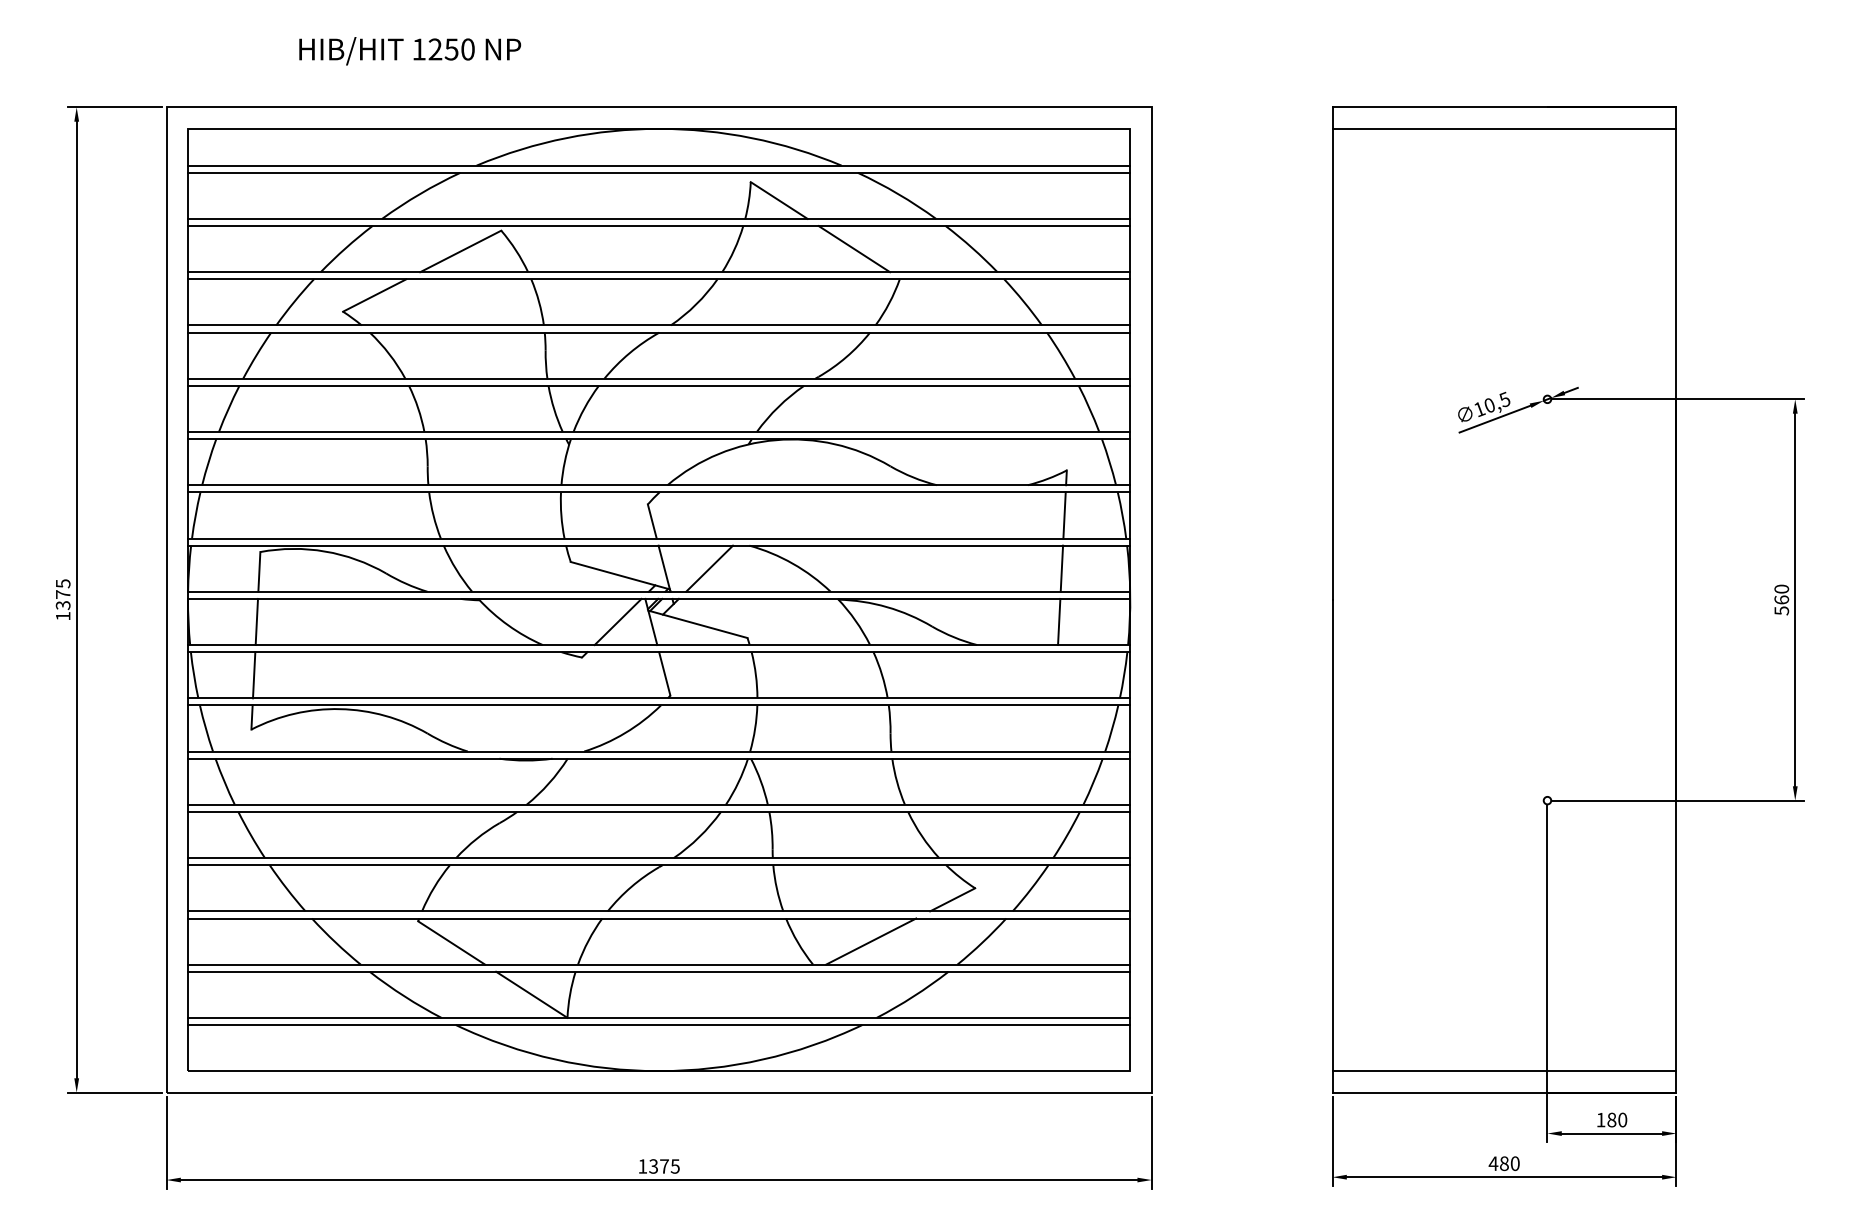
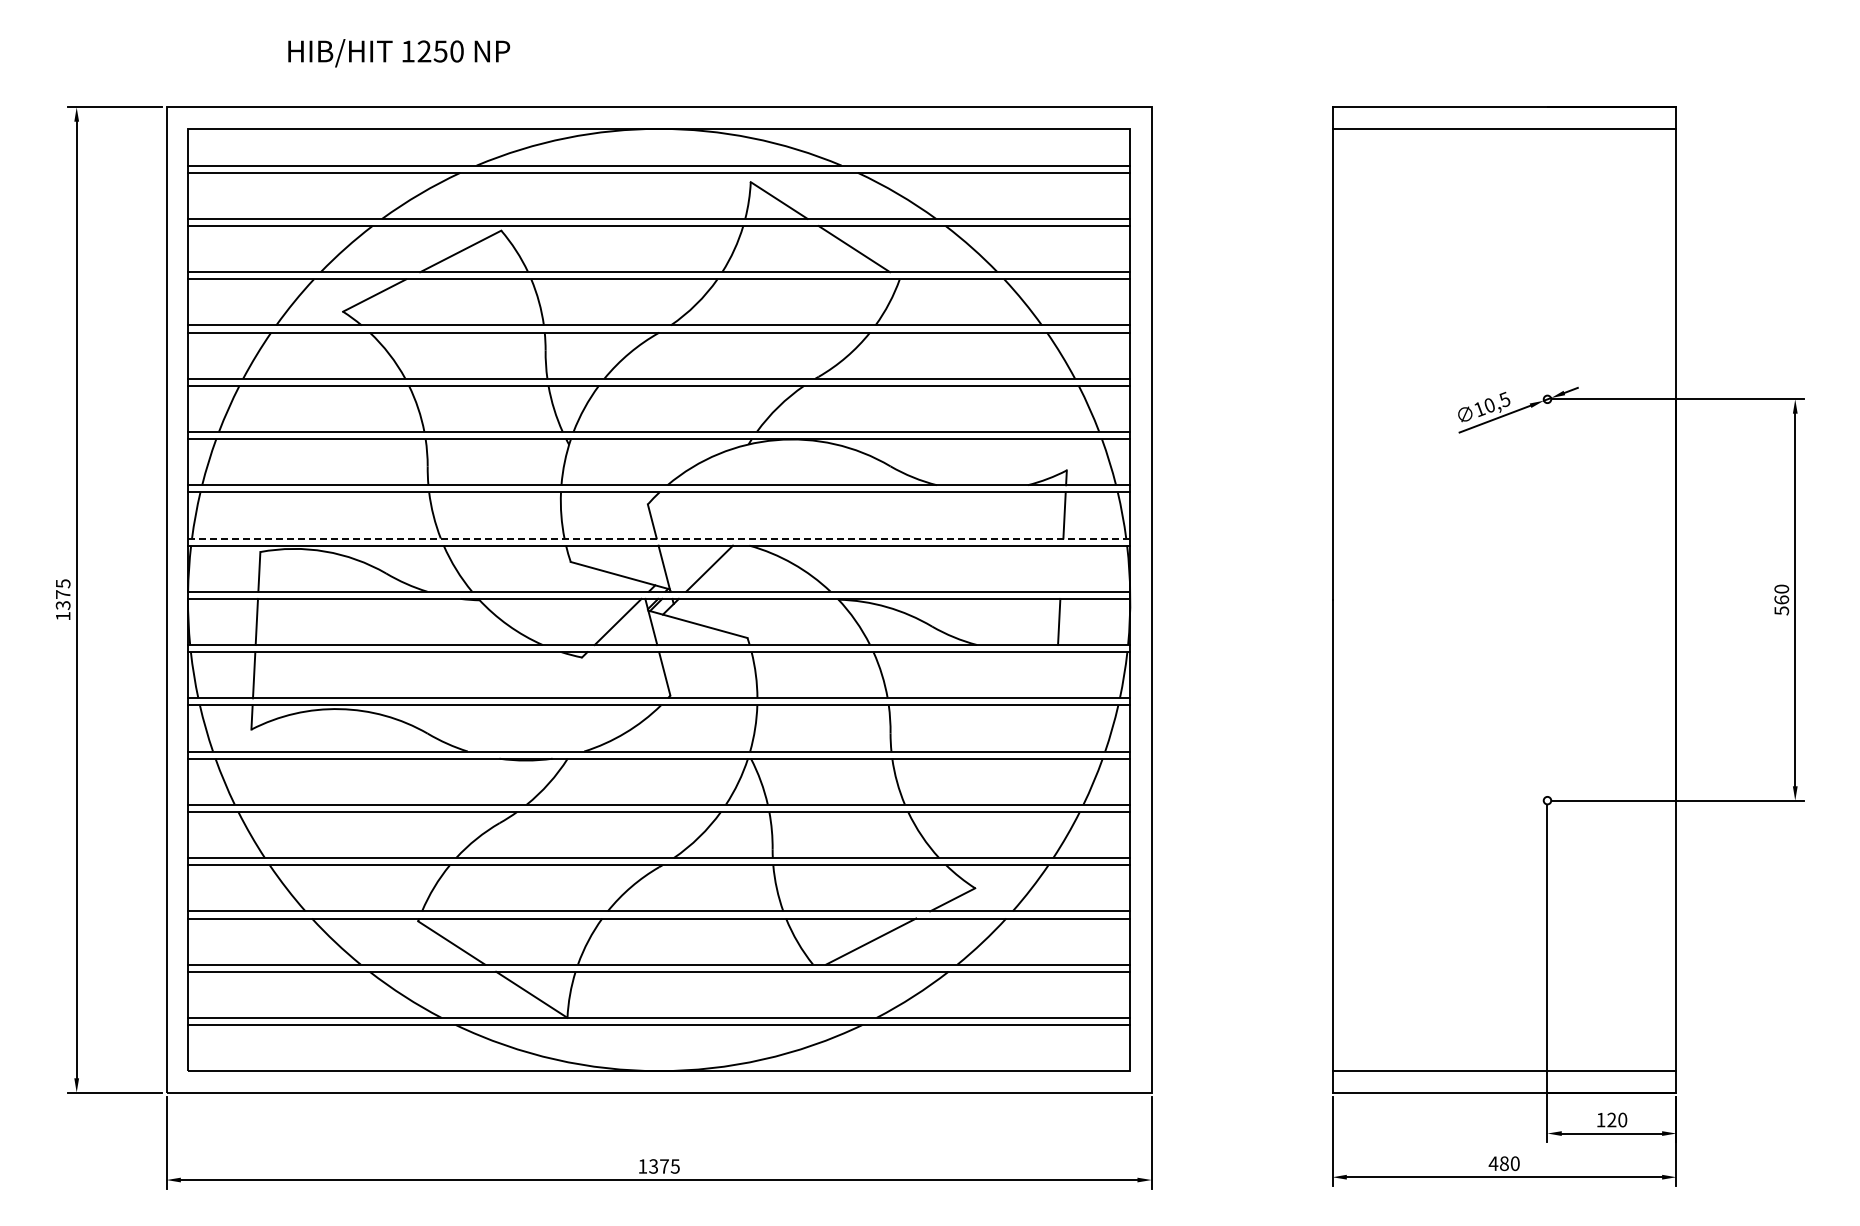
text at (410, 51) position: (410, 51) -> (399, 53)
line at (659, 538): solid -> dashed
line at (1061, 568): present -> none
text at (1611, 1119): 180 -> 120
